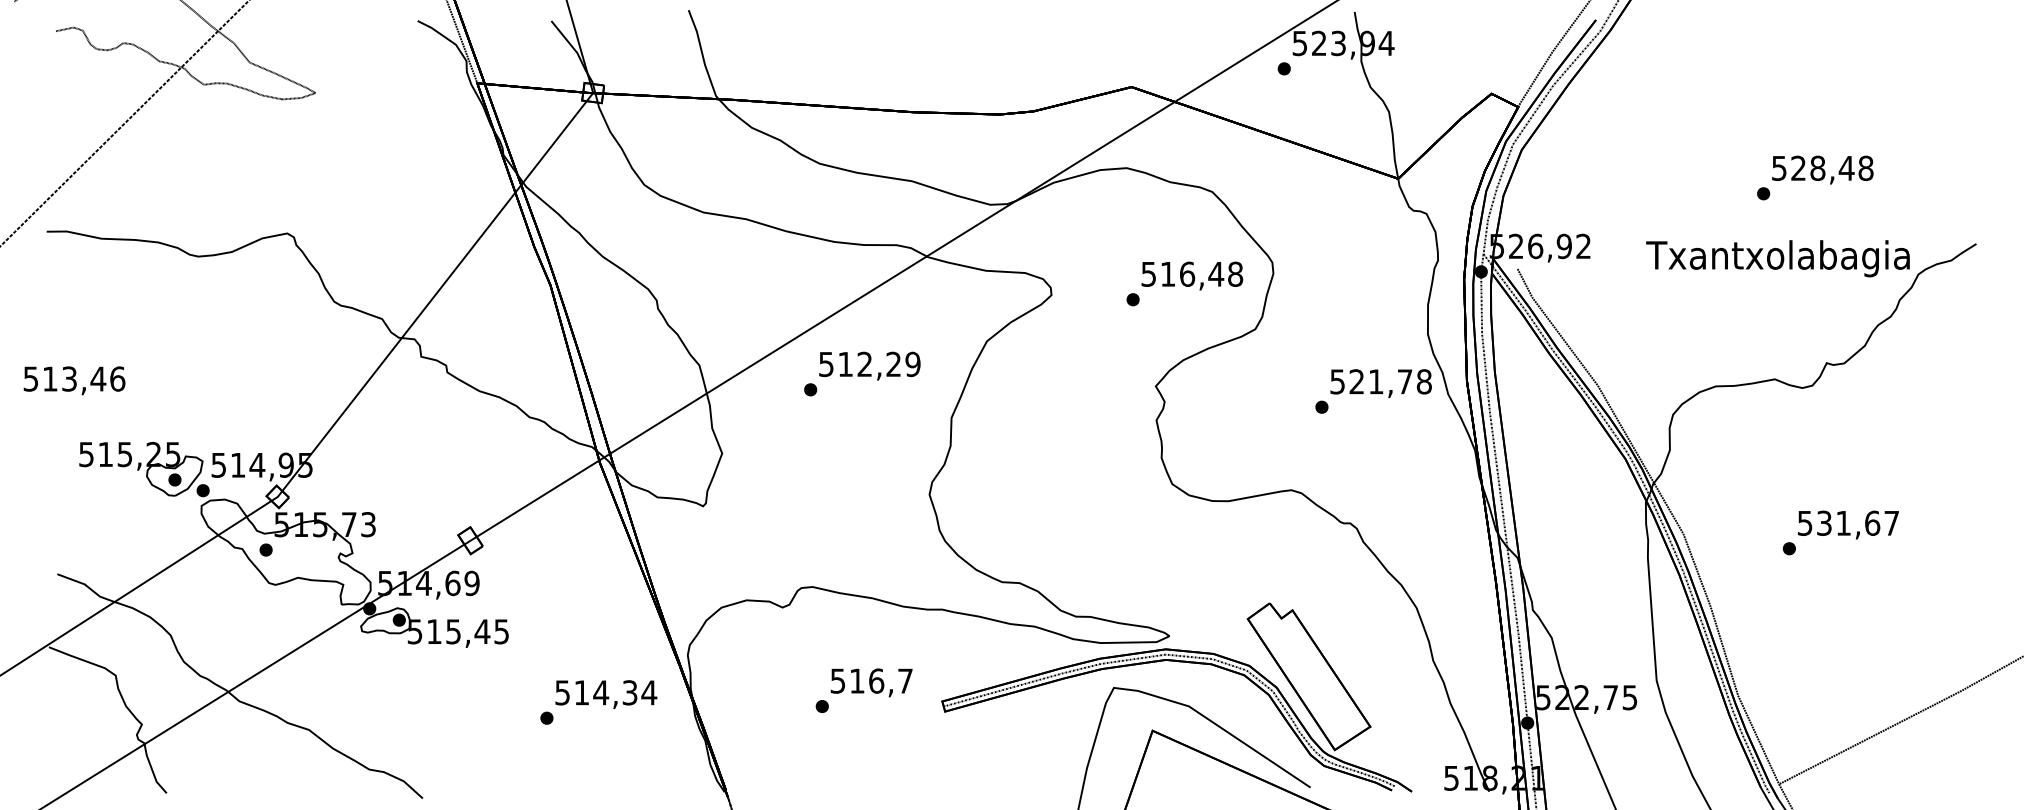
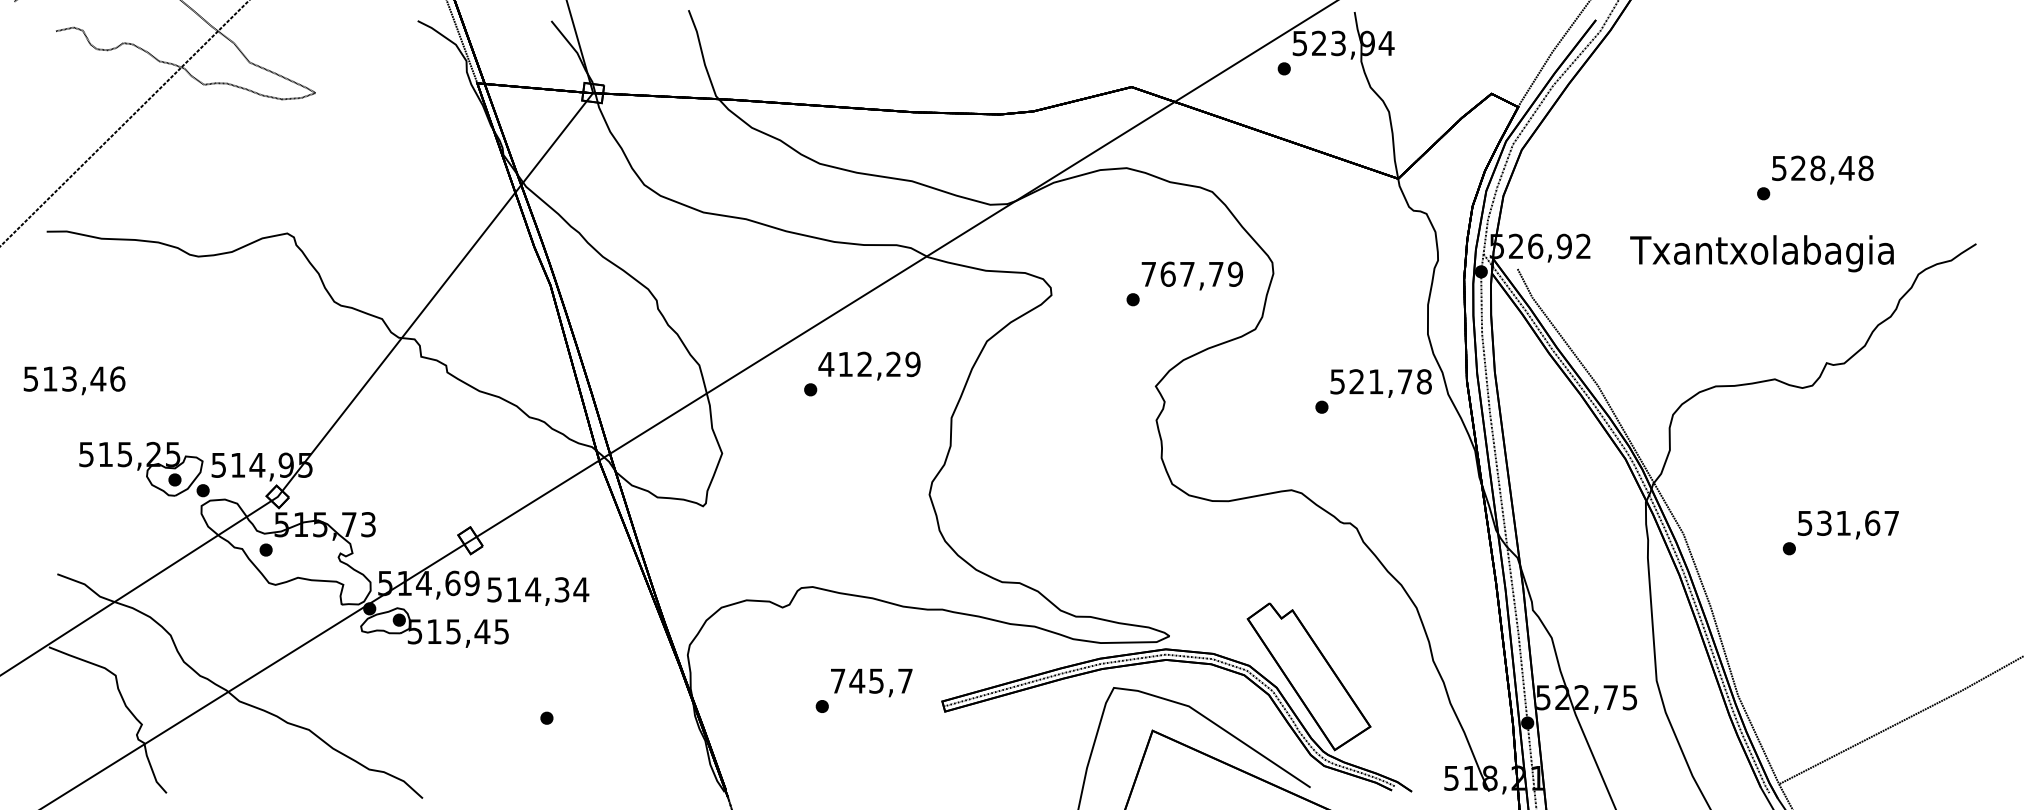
text at (1777, 258) position: (1777, 258) -> (1761, 253)
text at (1192, 273): 516,48 -> 767,79
text at (826, 364): 512,29 -> 412,29
text at (857, 680): 516,7 -> 745,7
text at (606, 694) position: (606, 694) -> (538, 591)
